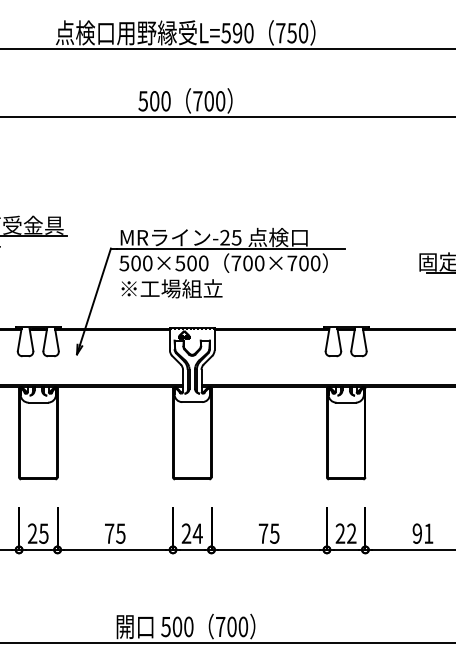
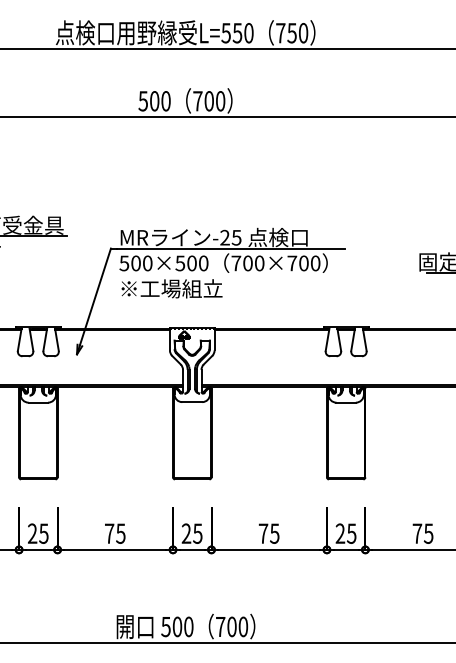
text at (237, 33): L=590 -> L=550
text at (197, 533): 24 -> 25
text at (351, 533): 22 -> 25
text at (422, 533): 91 -> 75
